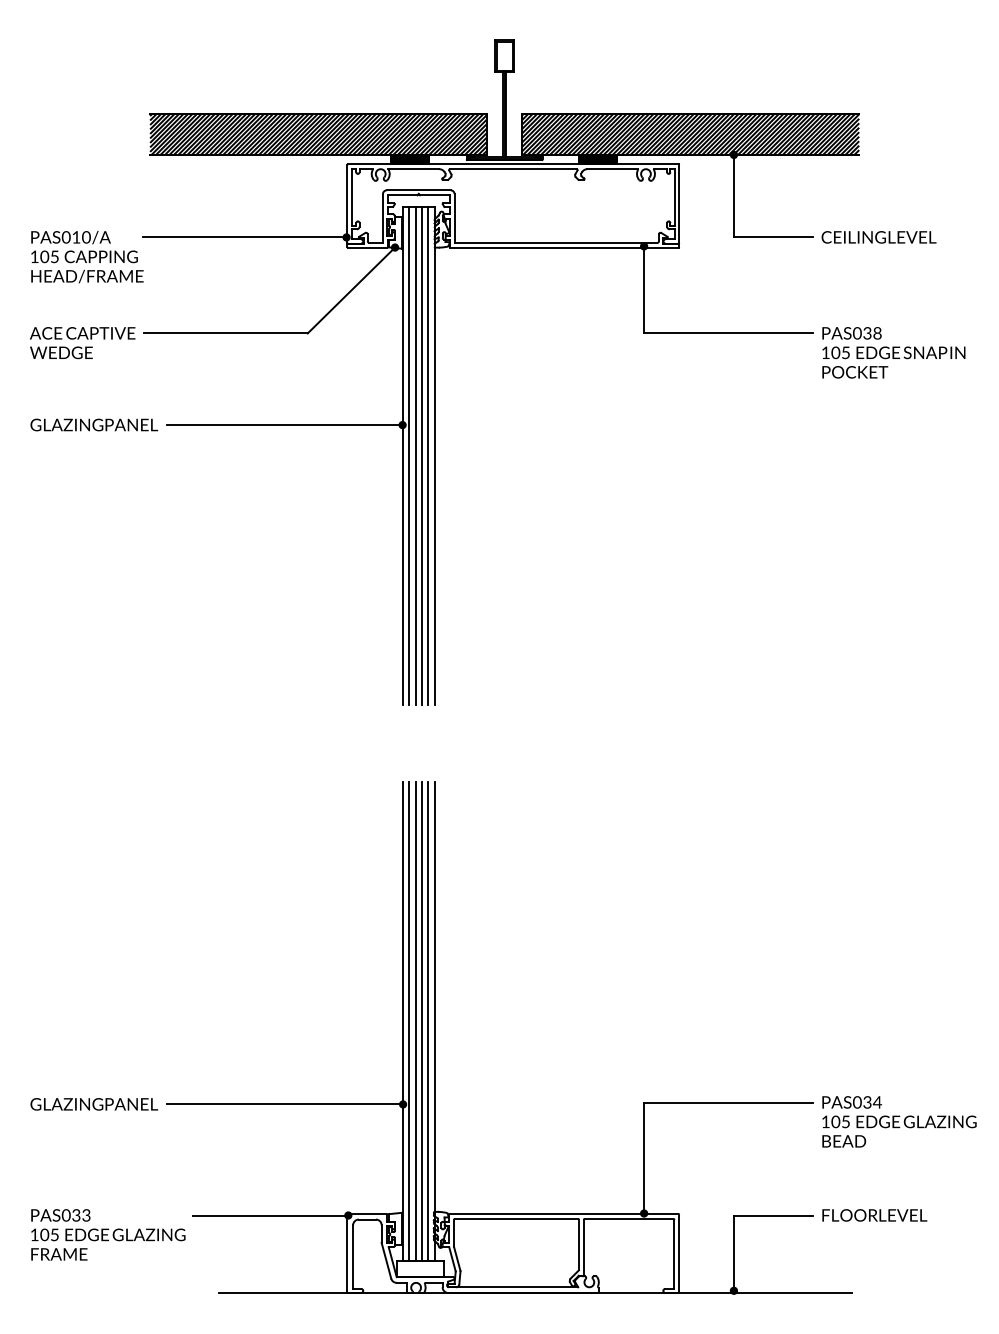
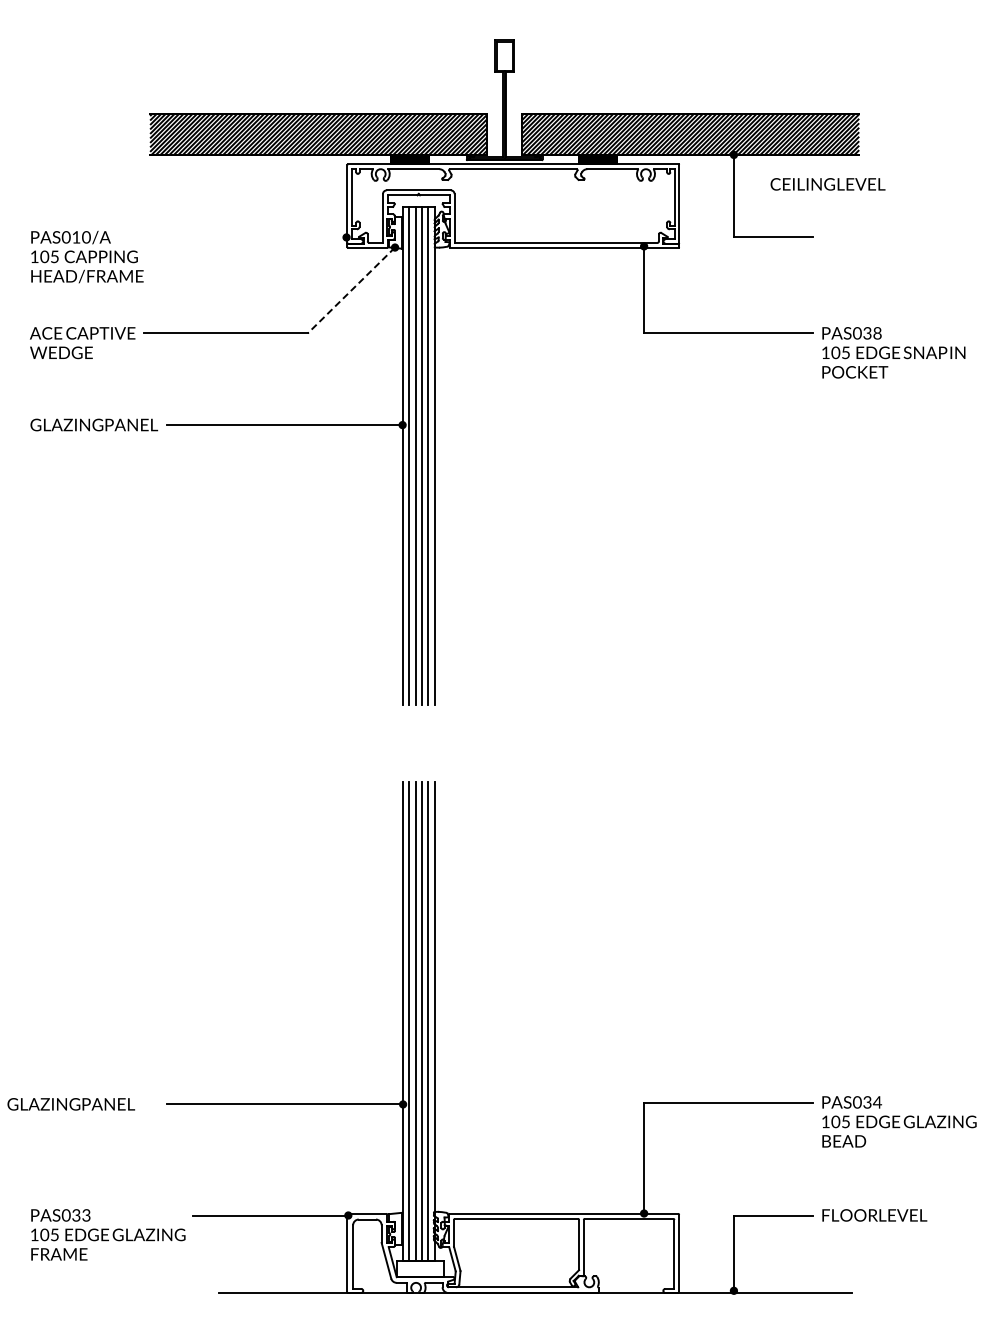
line at (244, 237): present -> none
text at (878, 237) position: (878, 237) -> (827, 184)
line at (351, 290): solid -> dashed
text at (93, 1104) position: (93, 1104) -> (70, 1104)
